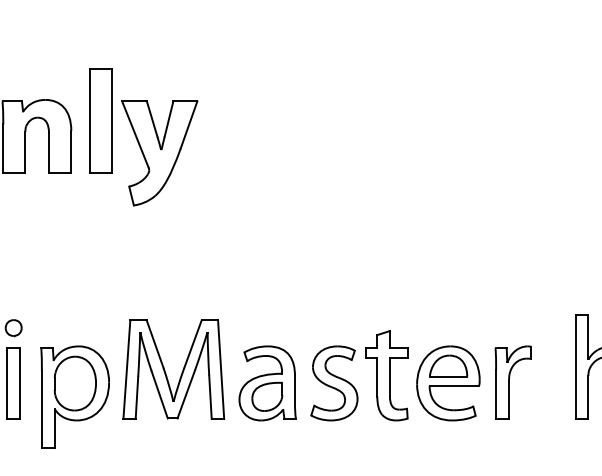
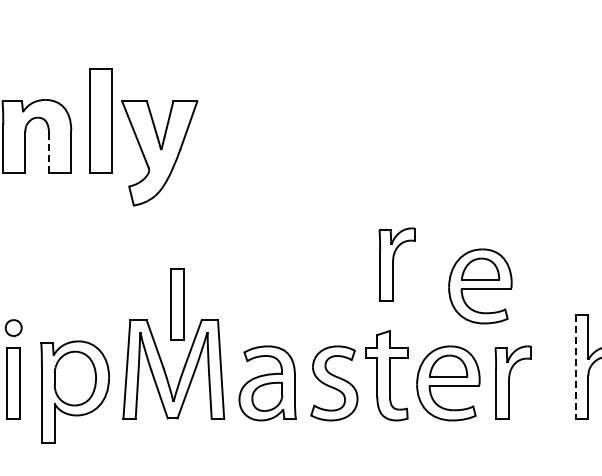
line at (49, 153): solid -> dashed
part at (396, 264): none -> present
part at (480, 286): none -> present
part at (177, 304): none -> present
line at (575, 367): solid -> dashed
part at (74, 396) position: (74, 396) -> (74, 391)
